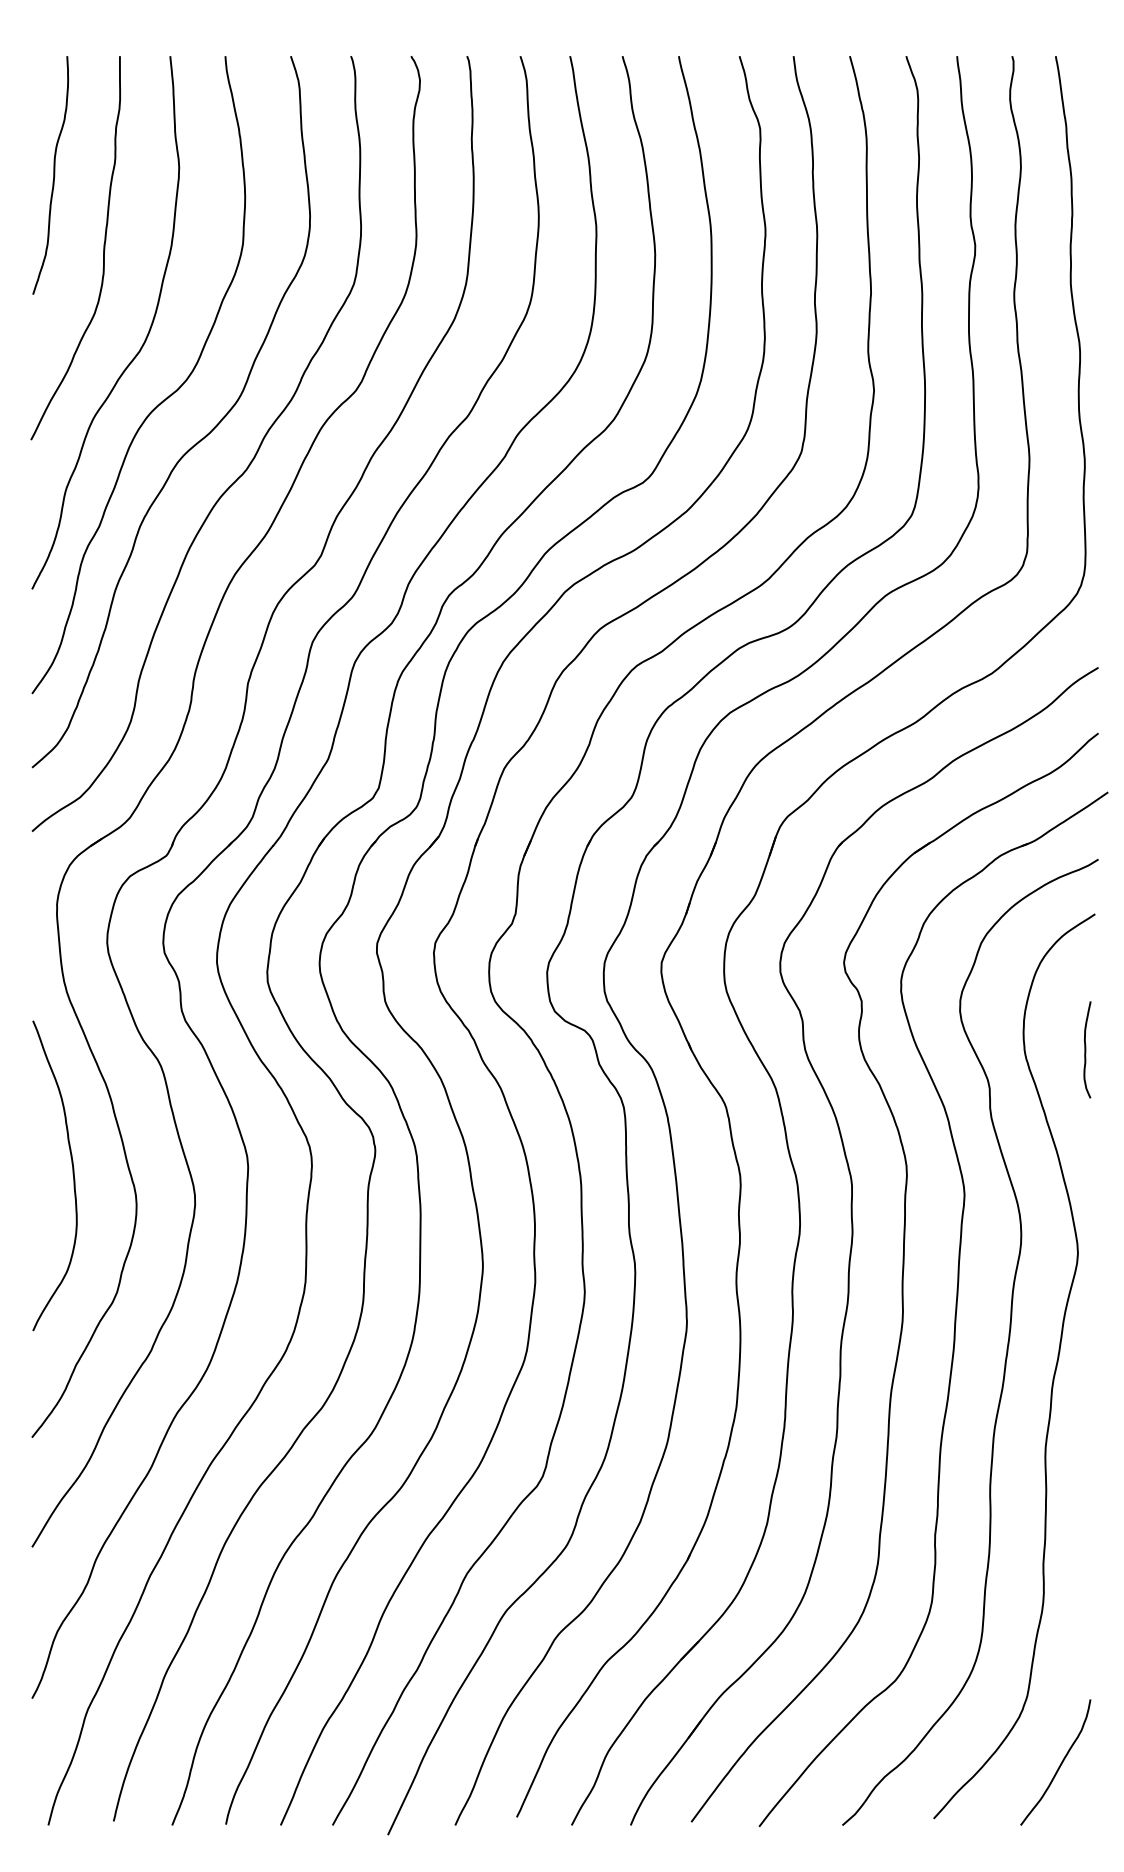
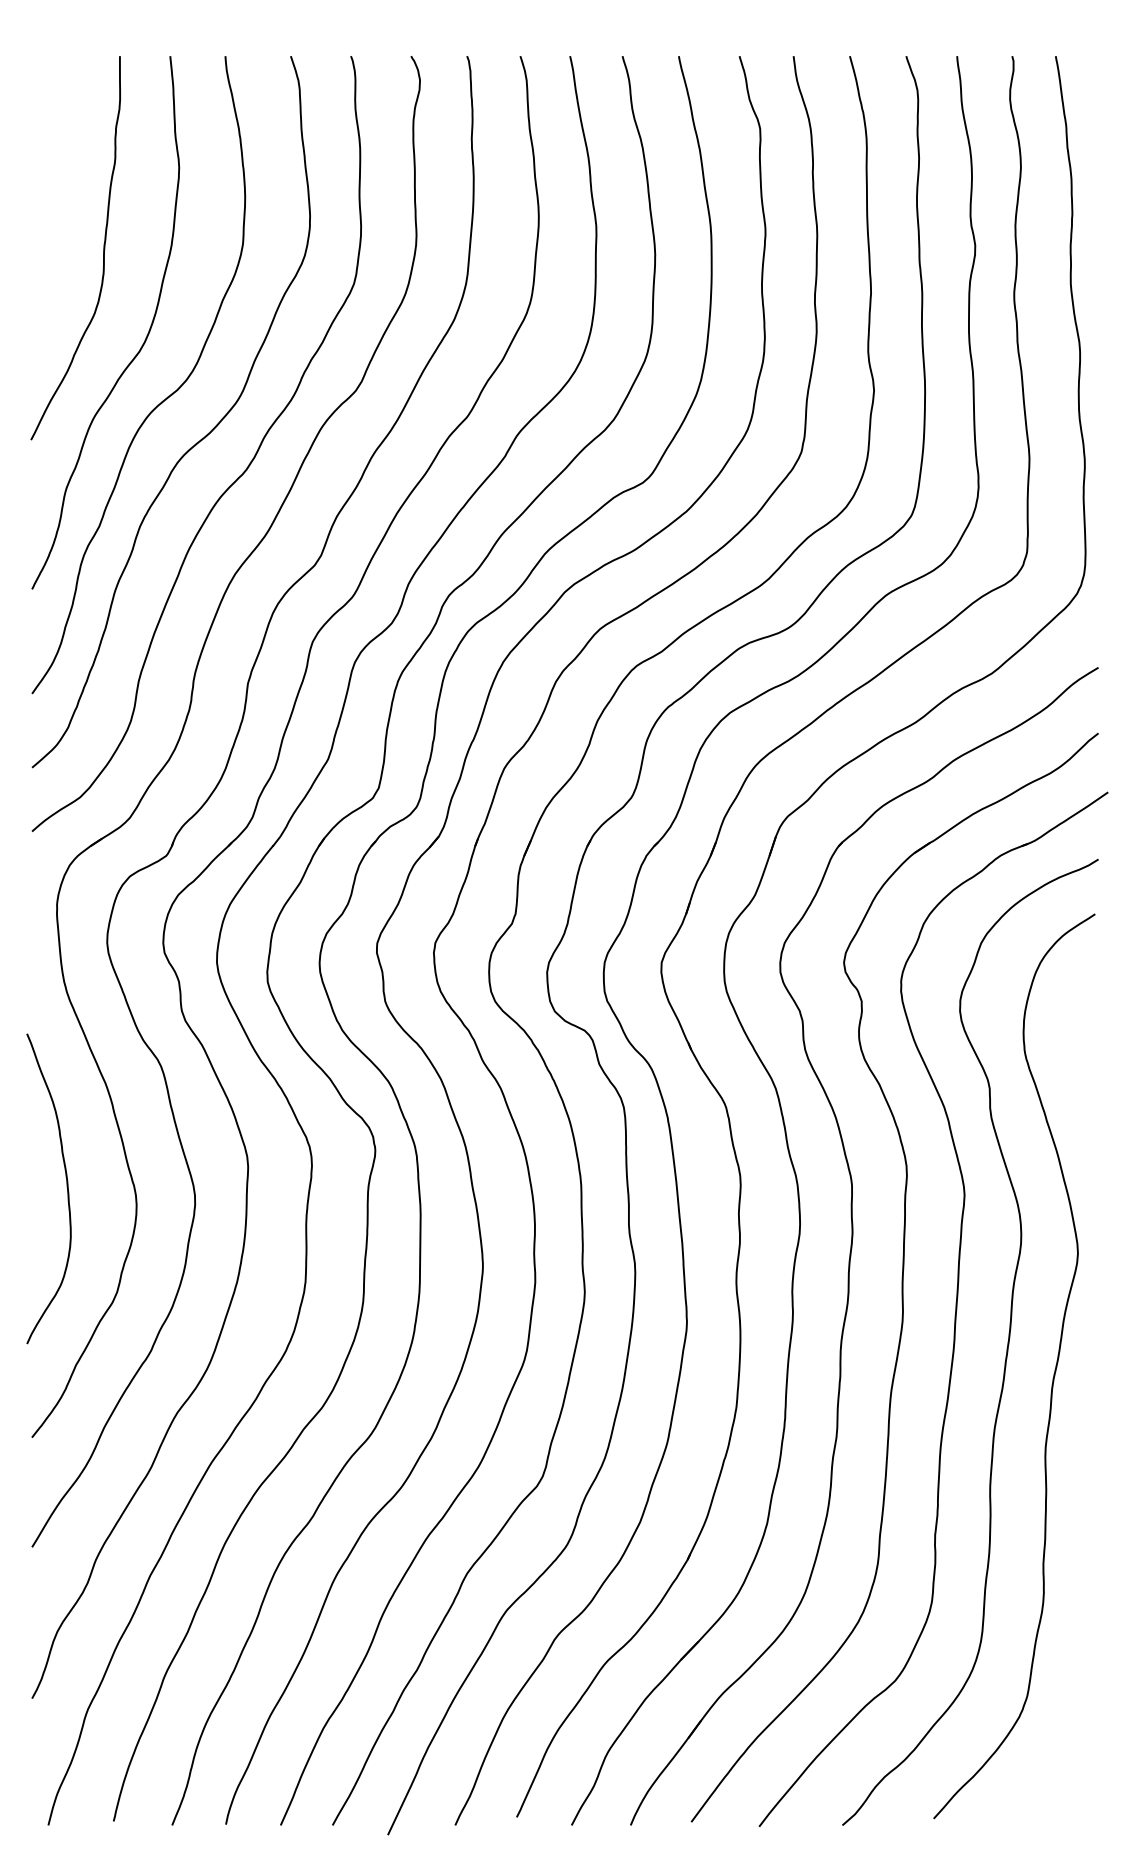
curve at (53, 175): present -> none
curve at (1086, 1049): present -> none
curve at (72, 1174) position: (72, 1174) -> (66, 1187)
curve at (1059, 1765): present -> none
